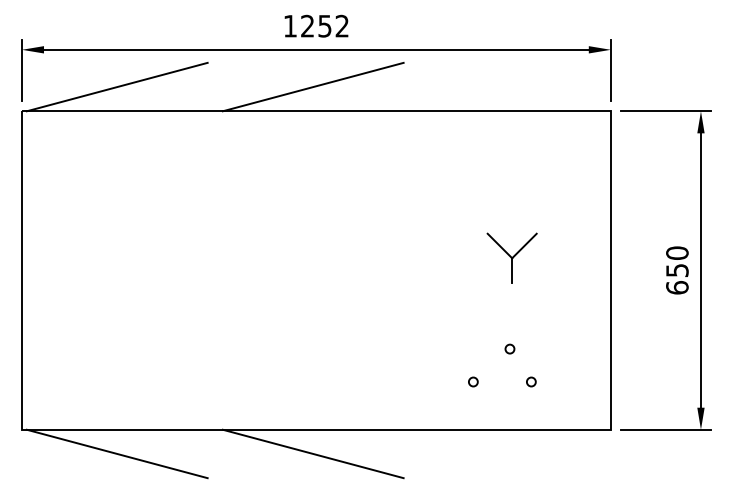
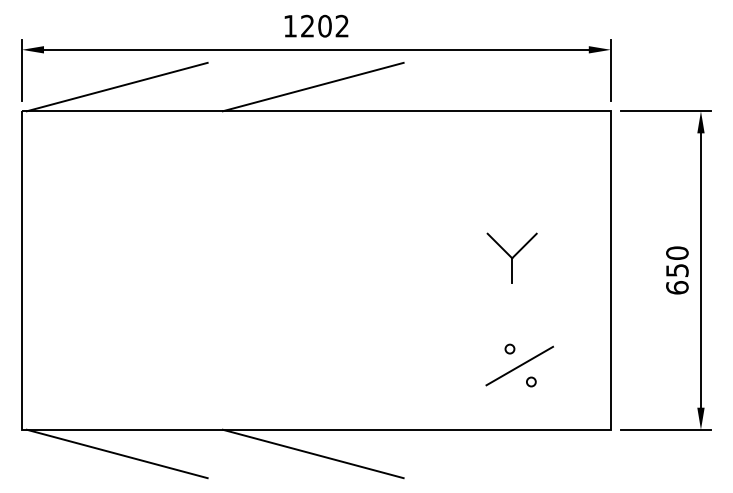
text at (324, 25): 1252 -> 1202
line at (519, 365): none -> present
circle at (473, 381): present -> none
